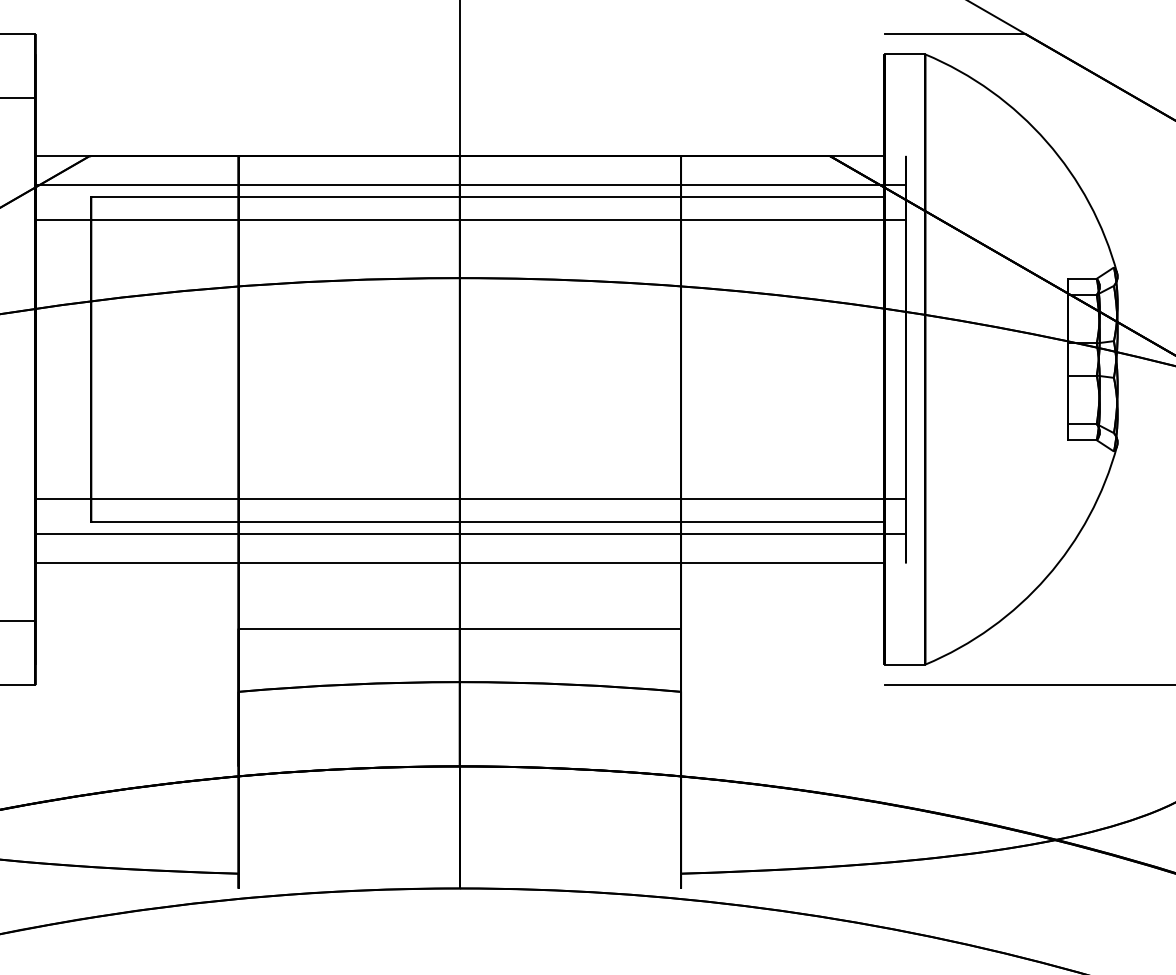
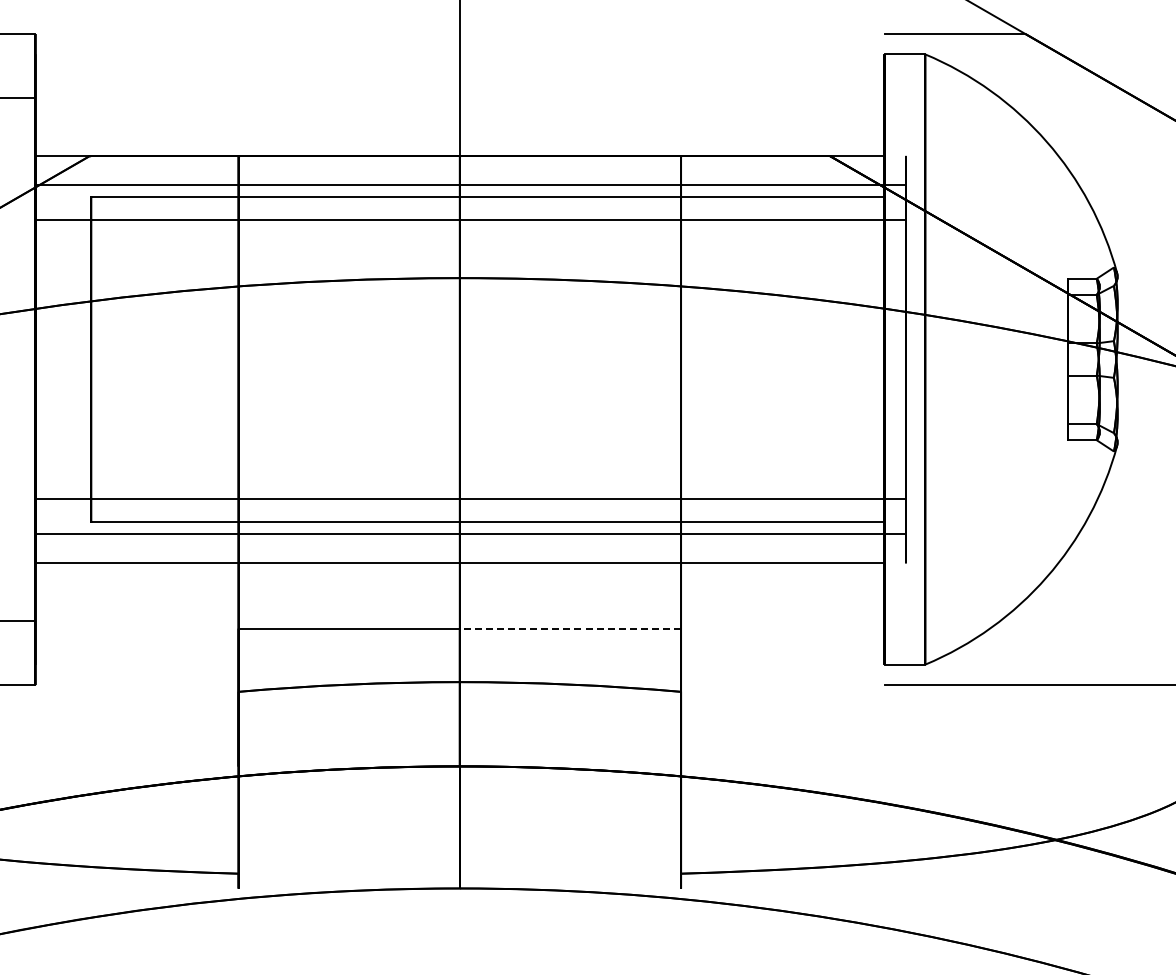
line at (570, 628): solid -> dashed
